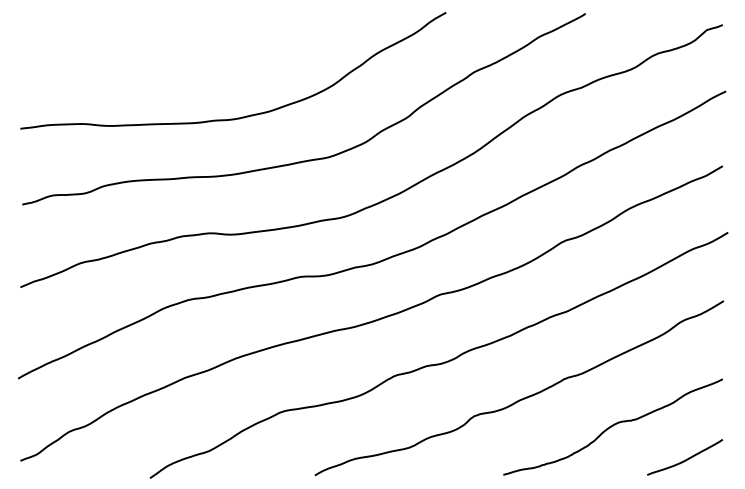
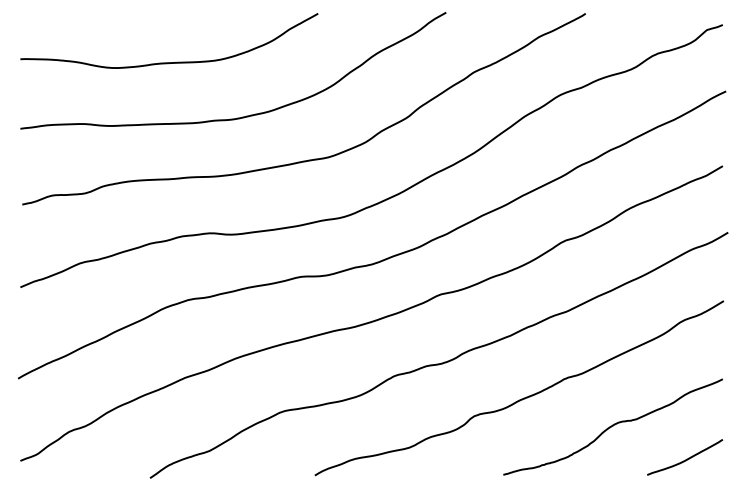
curve at (169, 62): none -> present
